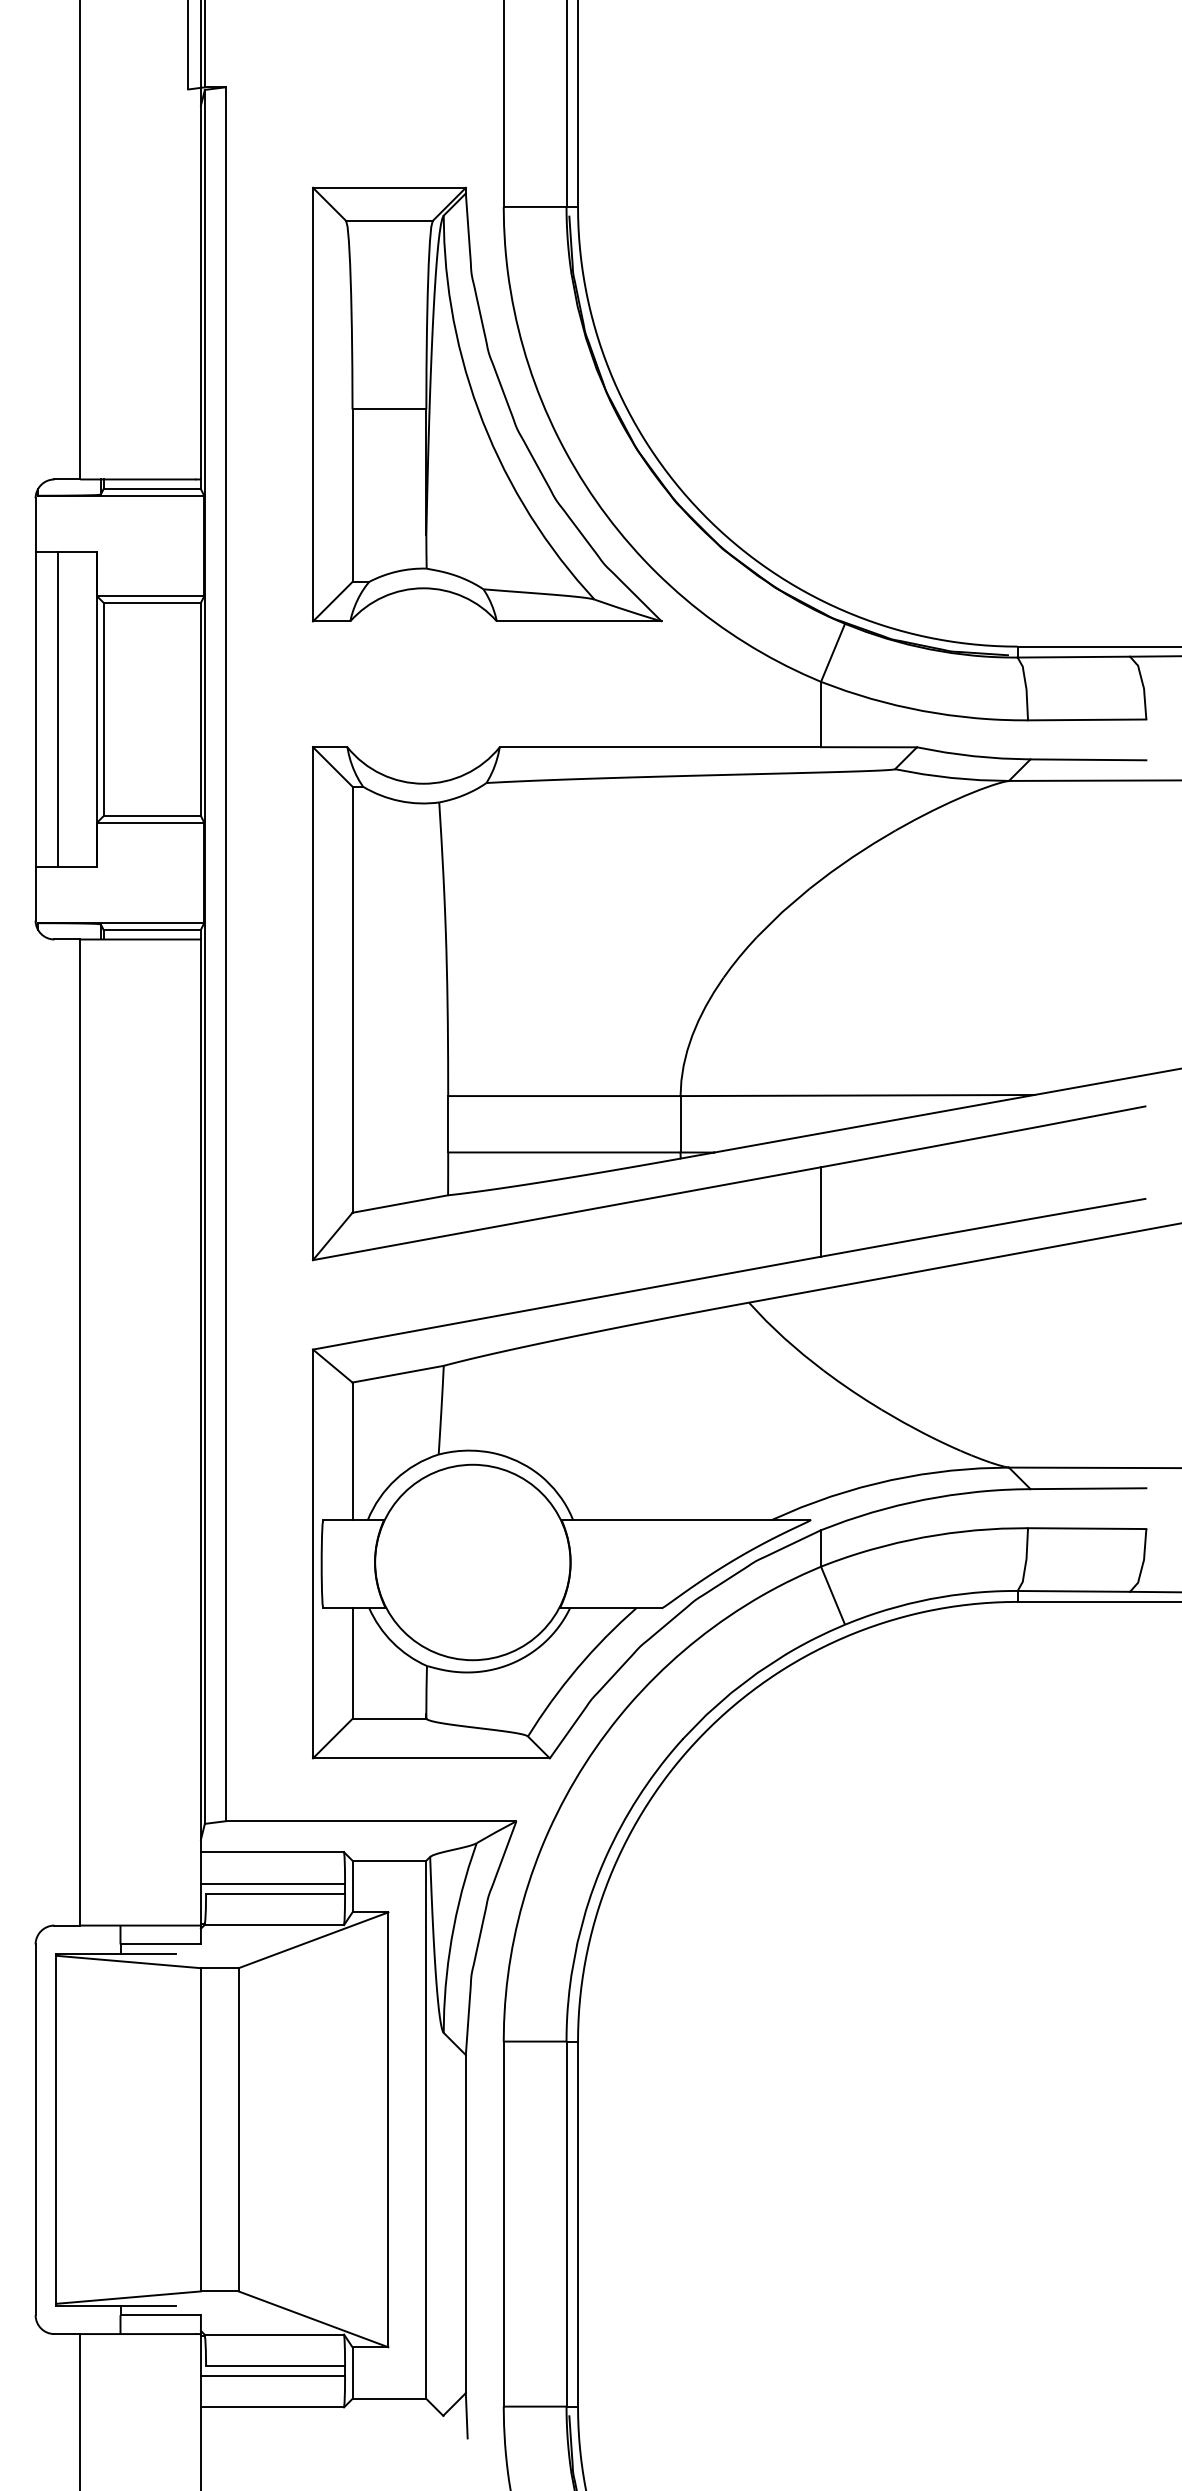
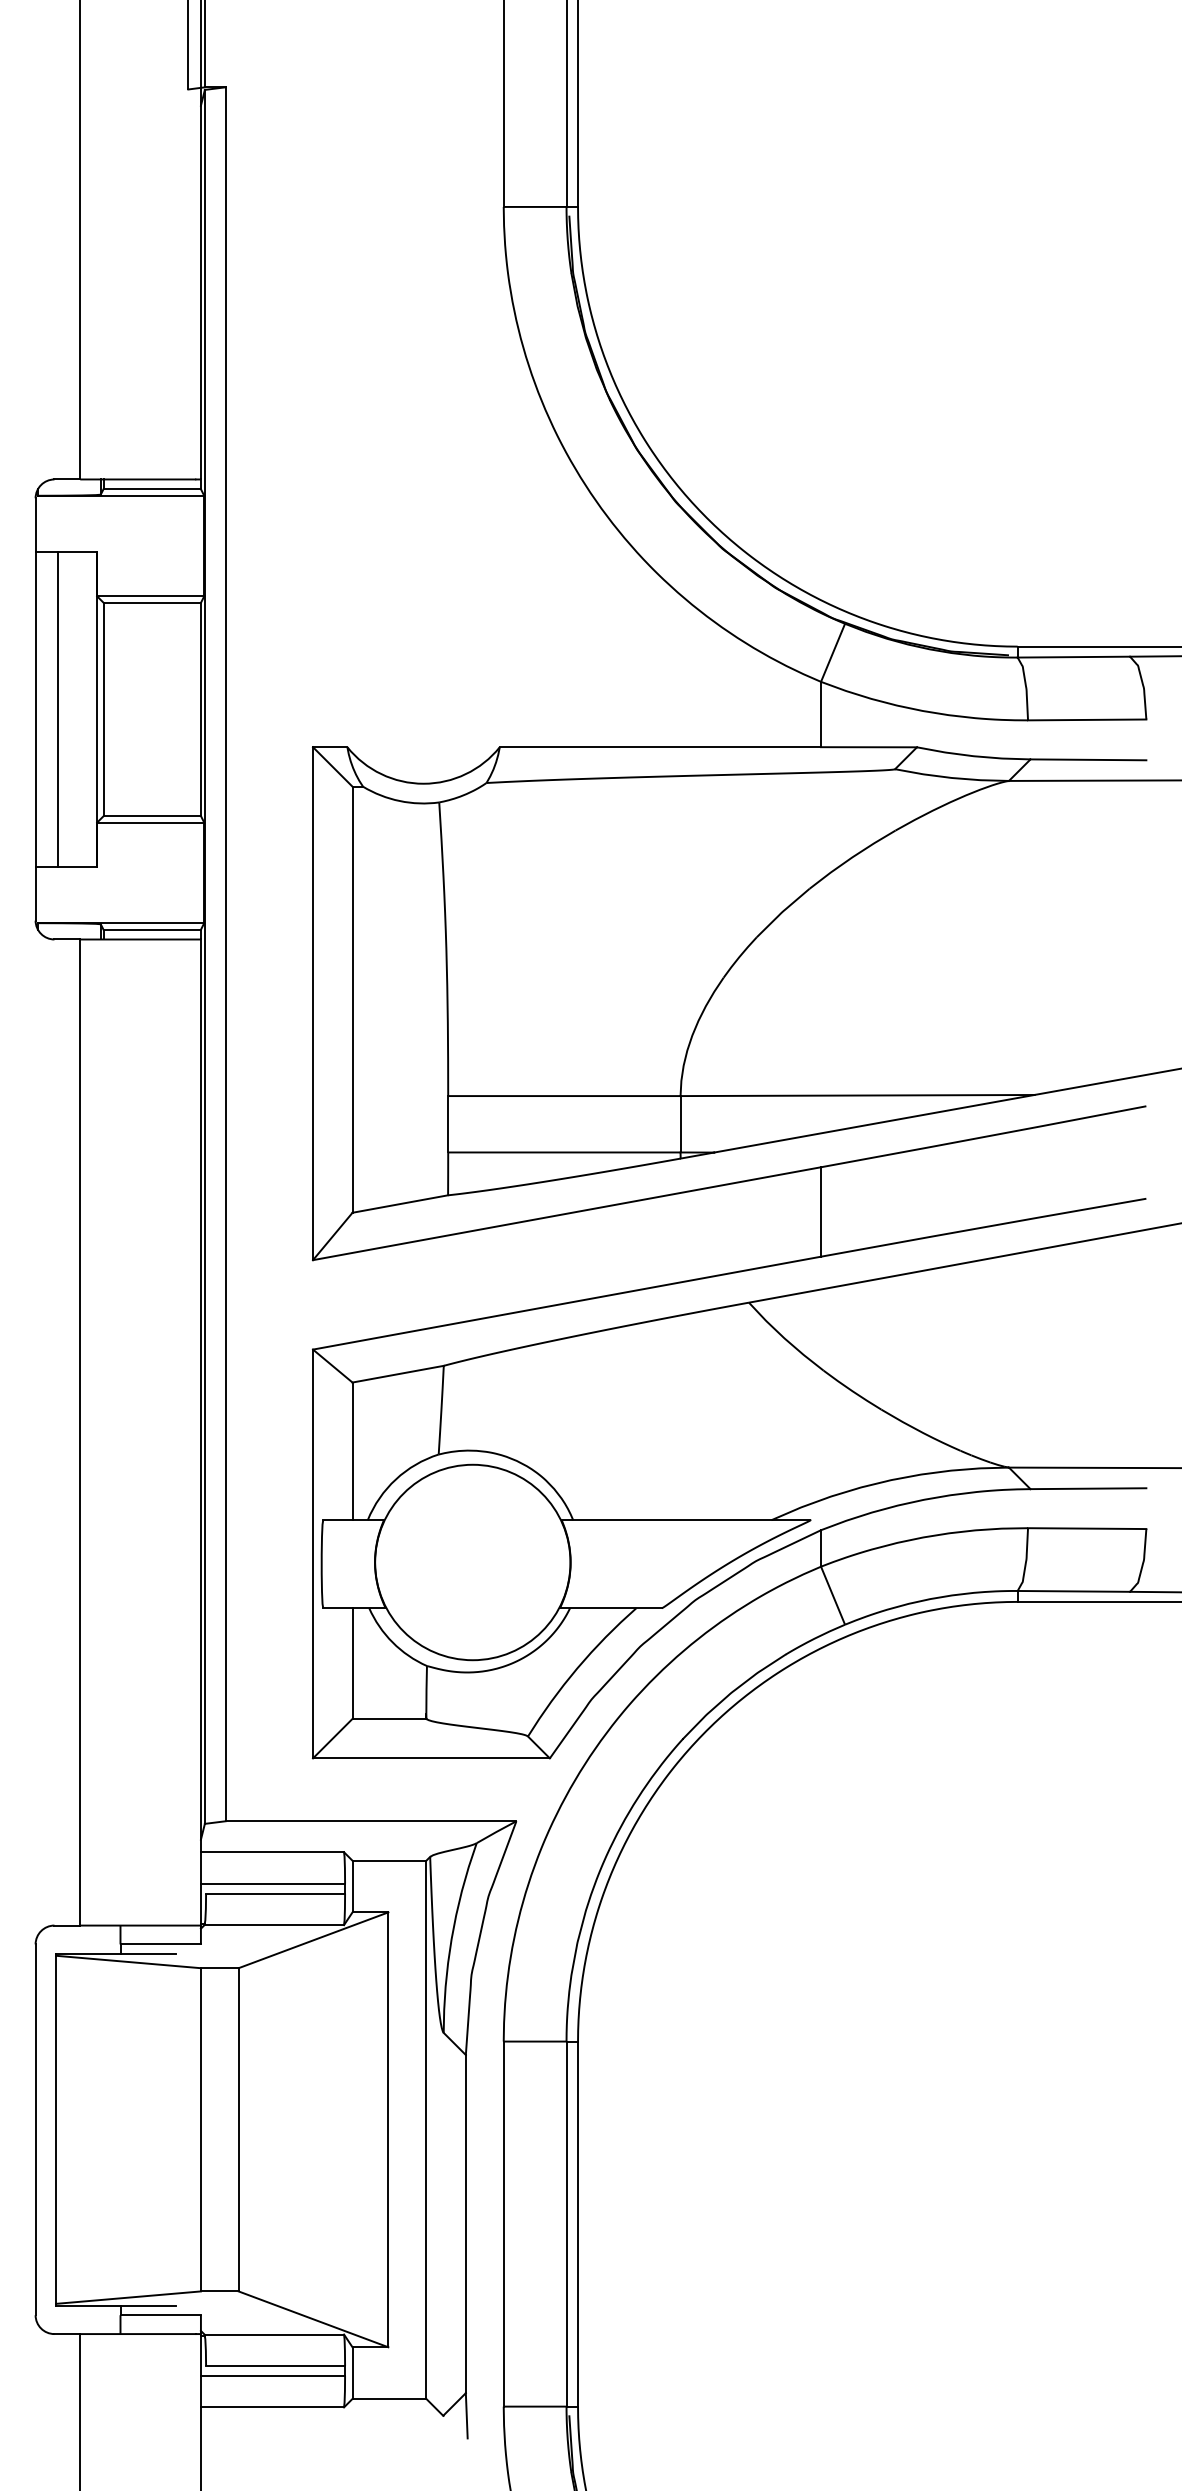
part at (487, 404): present -> none
